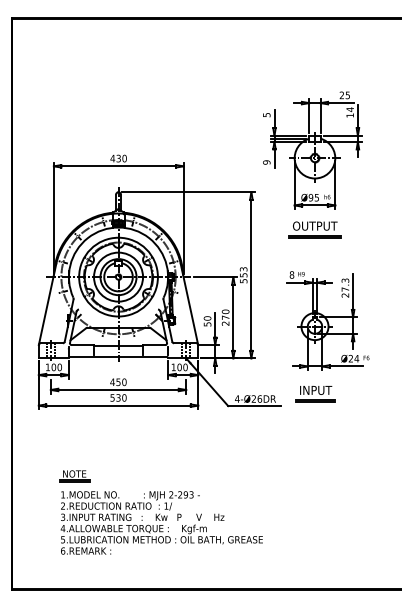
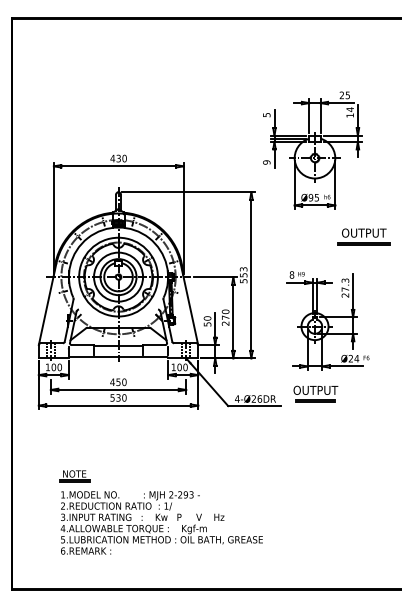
part at (314, 229) position: (314, 229) -> (363, 236)
text at (315, 389): INPUT -> OUTPUT
